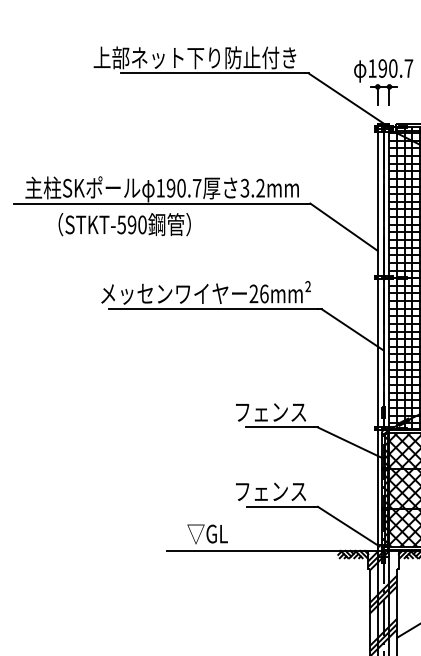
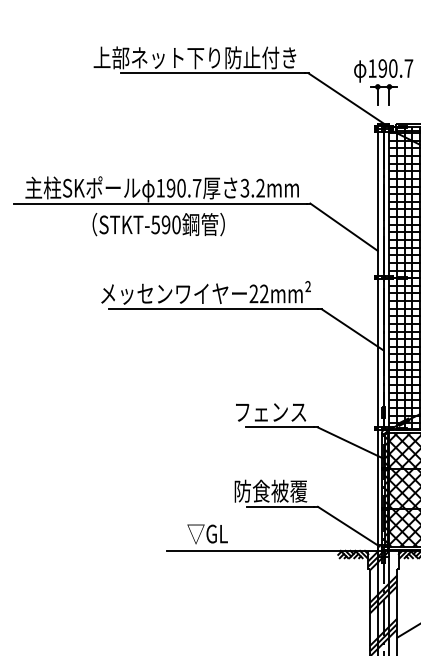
text at (124, 224) position: (124, 224) -> (158, 224)
text at (264, 293): 26mm² -> 22mm²
text at (270, 490): フェンス -> 防食被覆
